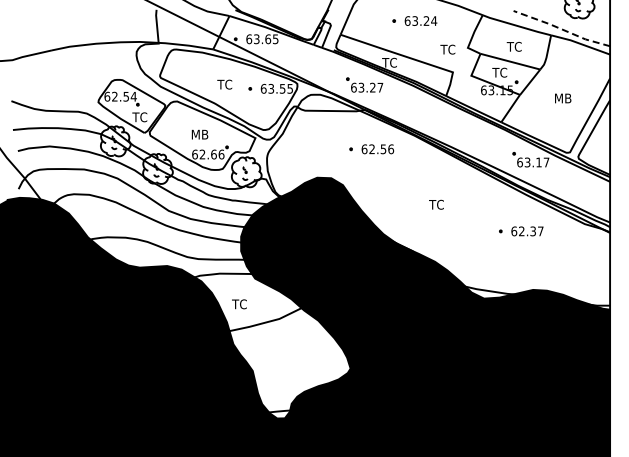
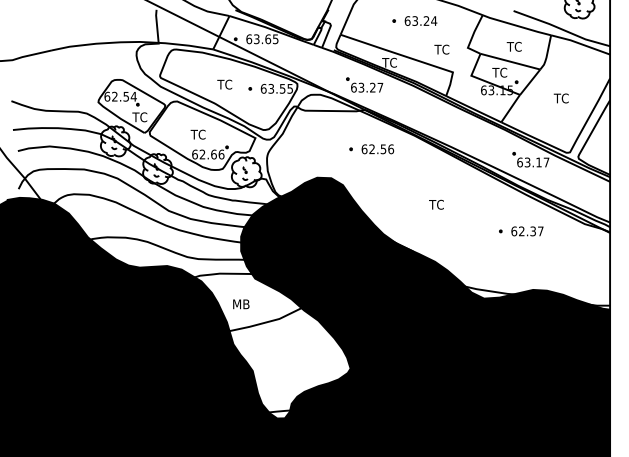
line at (561, 29): dashed -> solid
text at (447, 49) position: (447, 49) -> (441, 49)
text at (562, 98): MB -> TC
text at (199, 134): MB -> TC
text at (240, 304): TC -> MB
